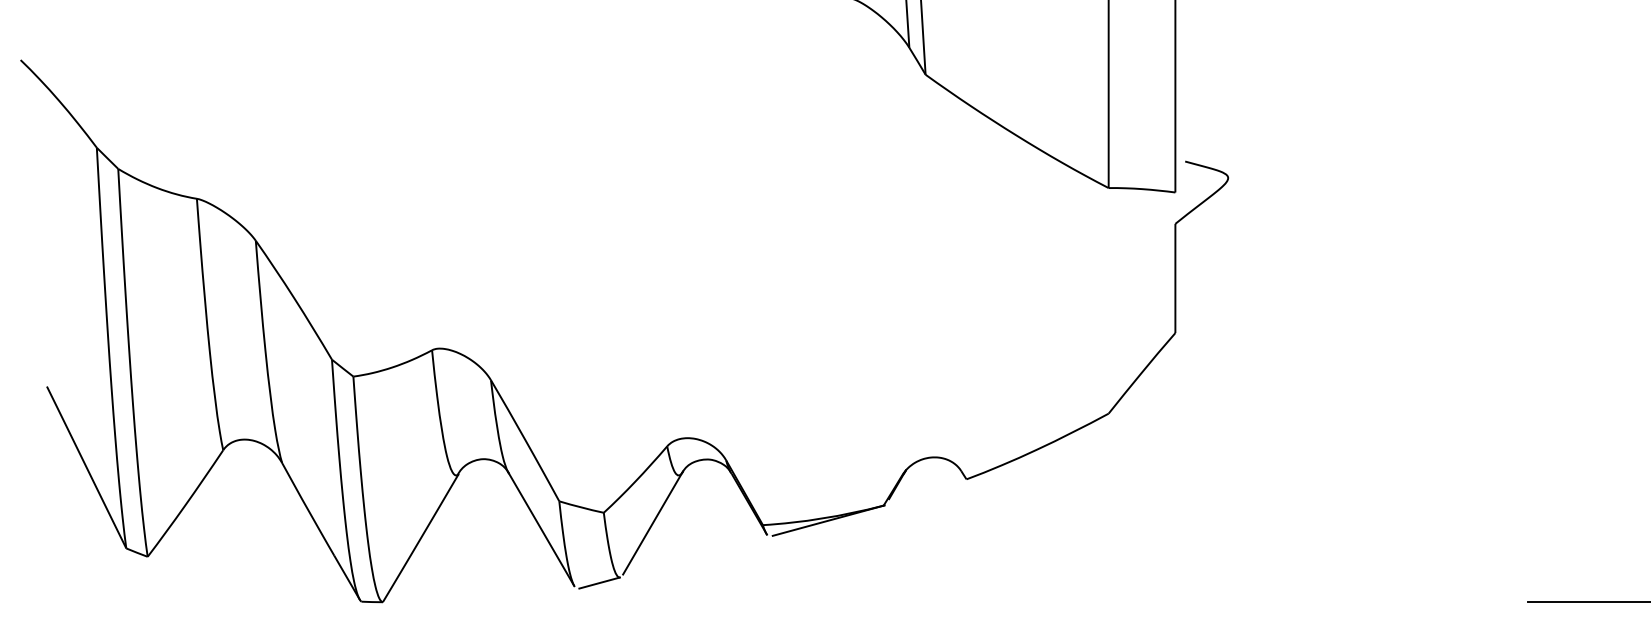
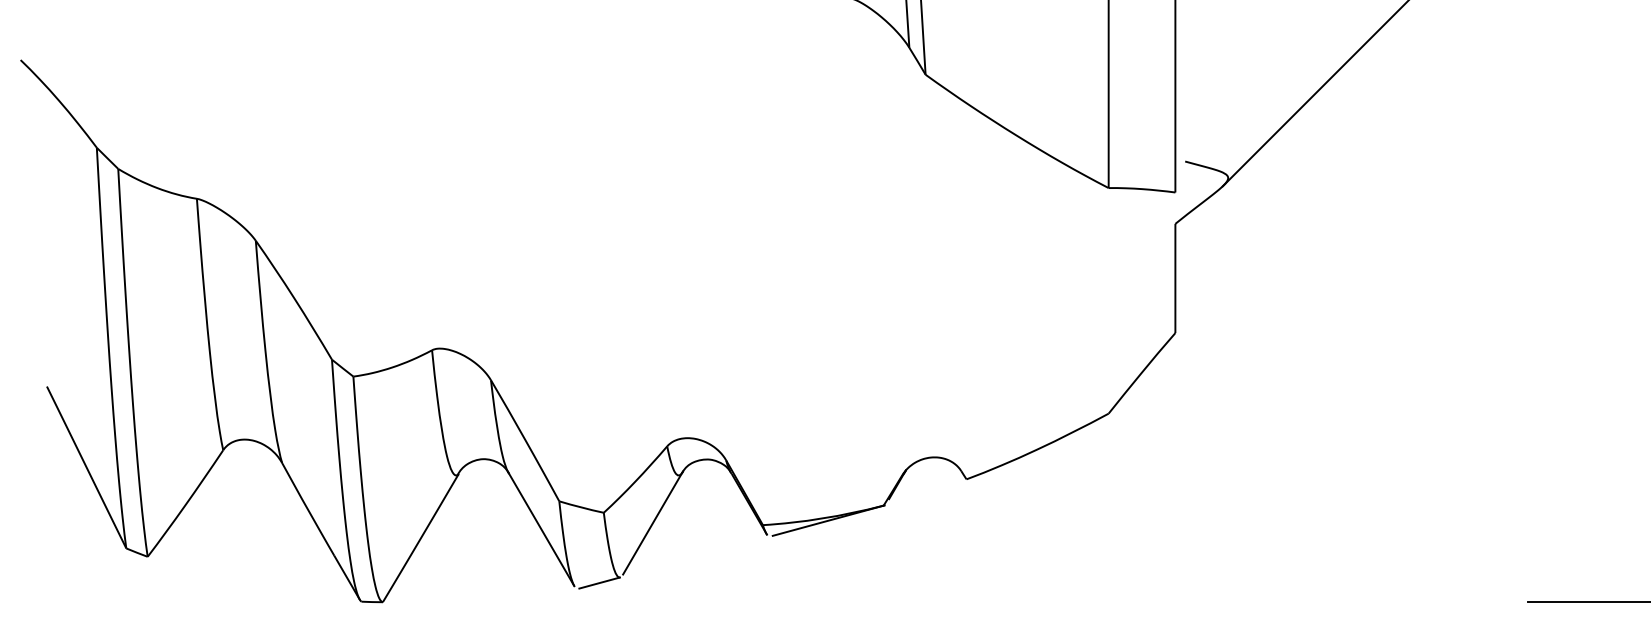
line at (1314, 94): none -> present
